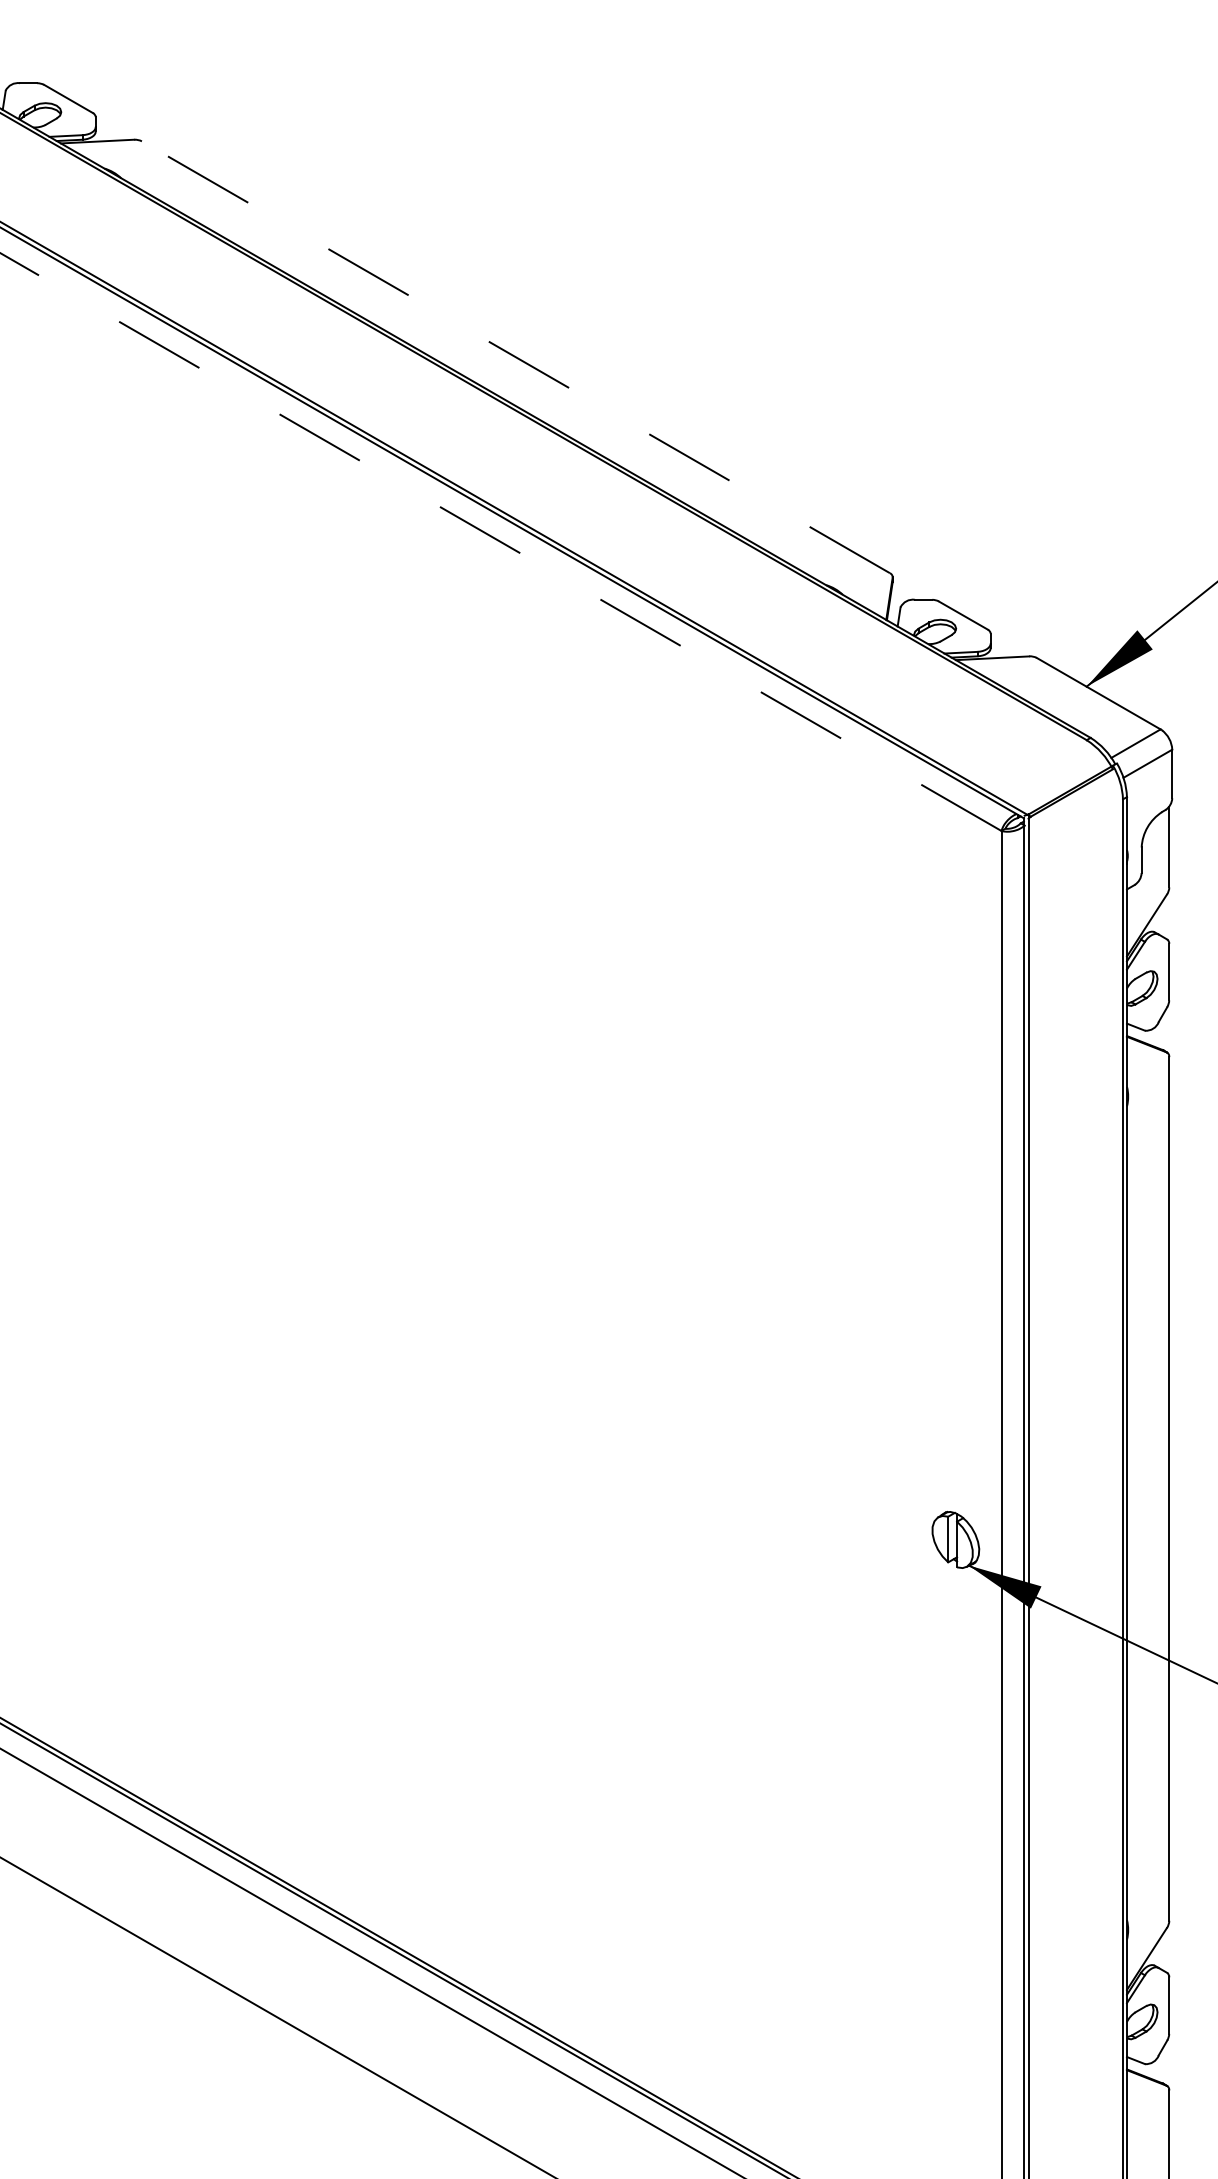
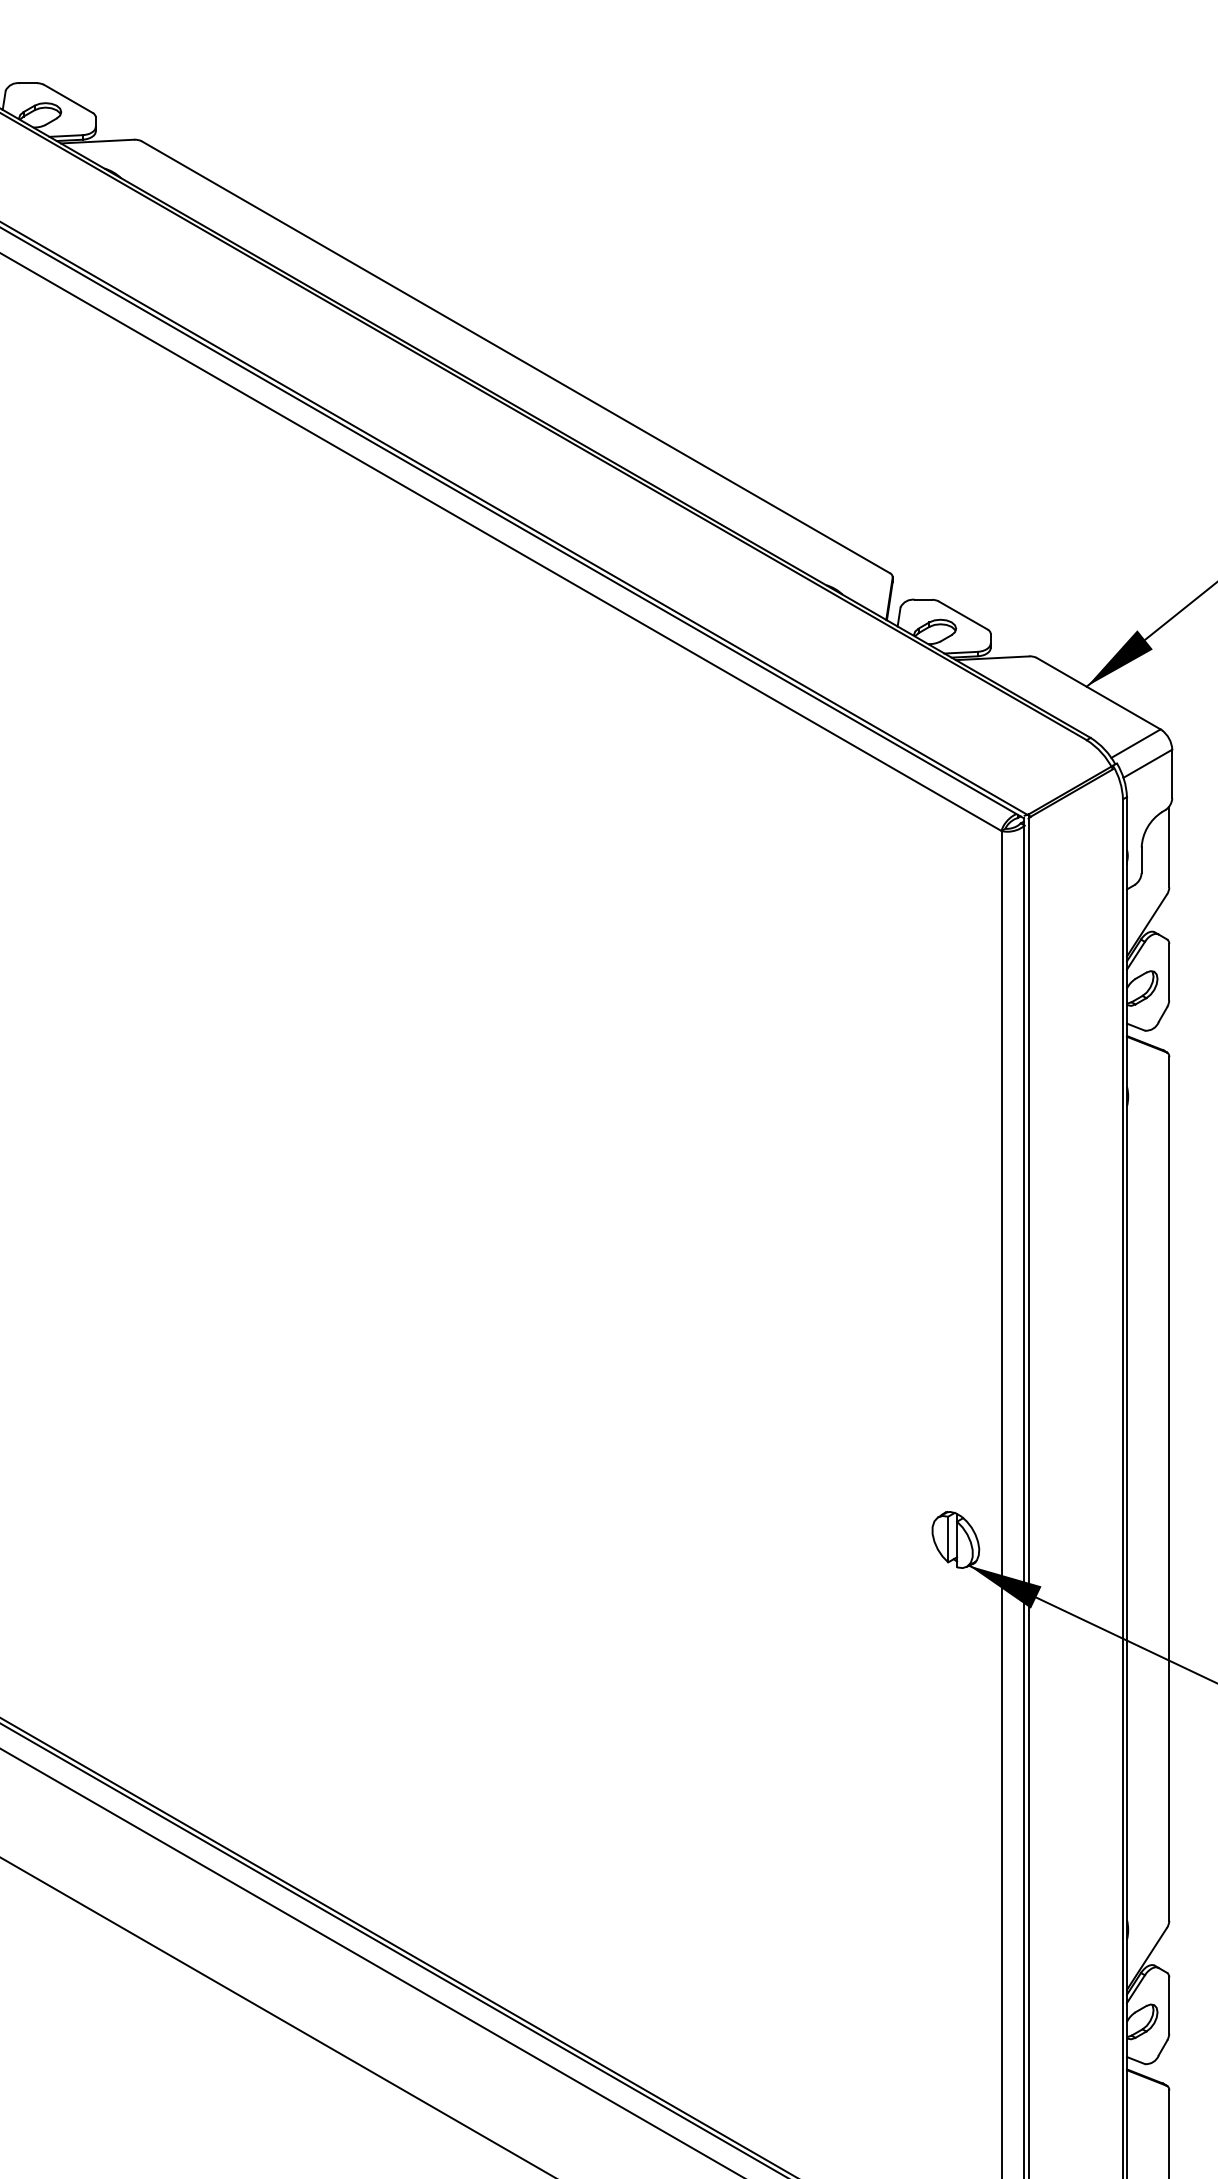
line at (515, 357): dashed -> solid
line at (500, 542): dashed -> solid
